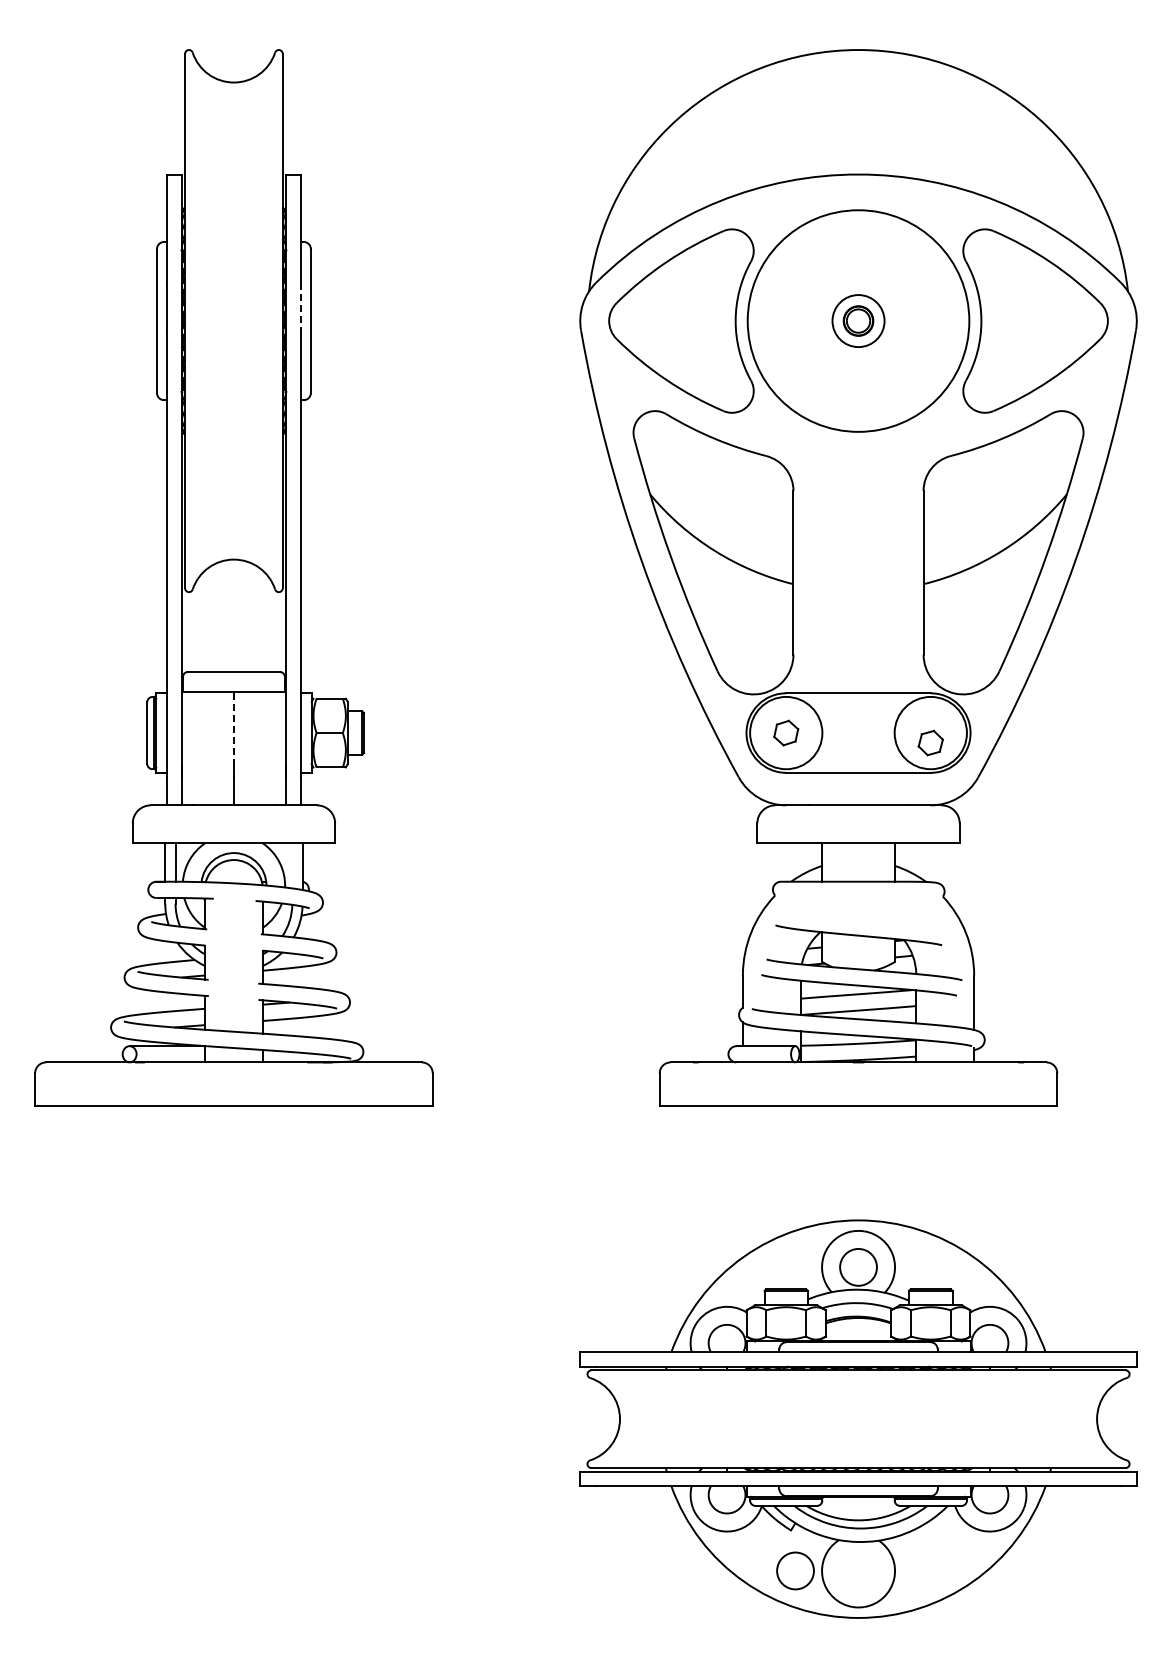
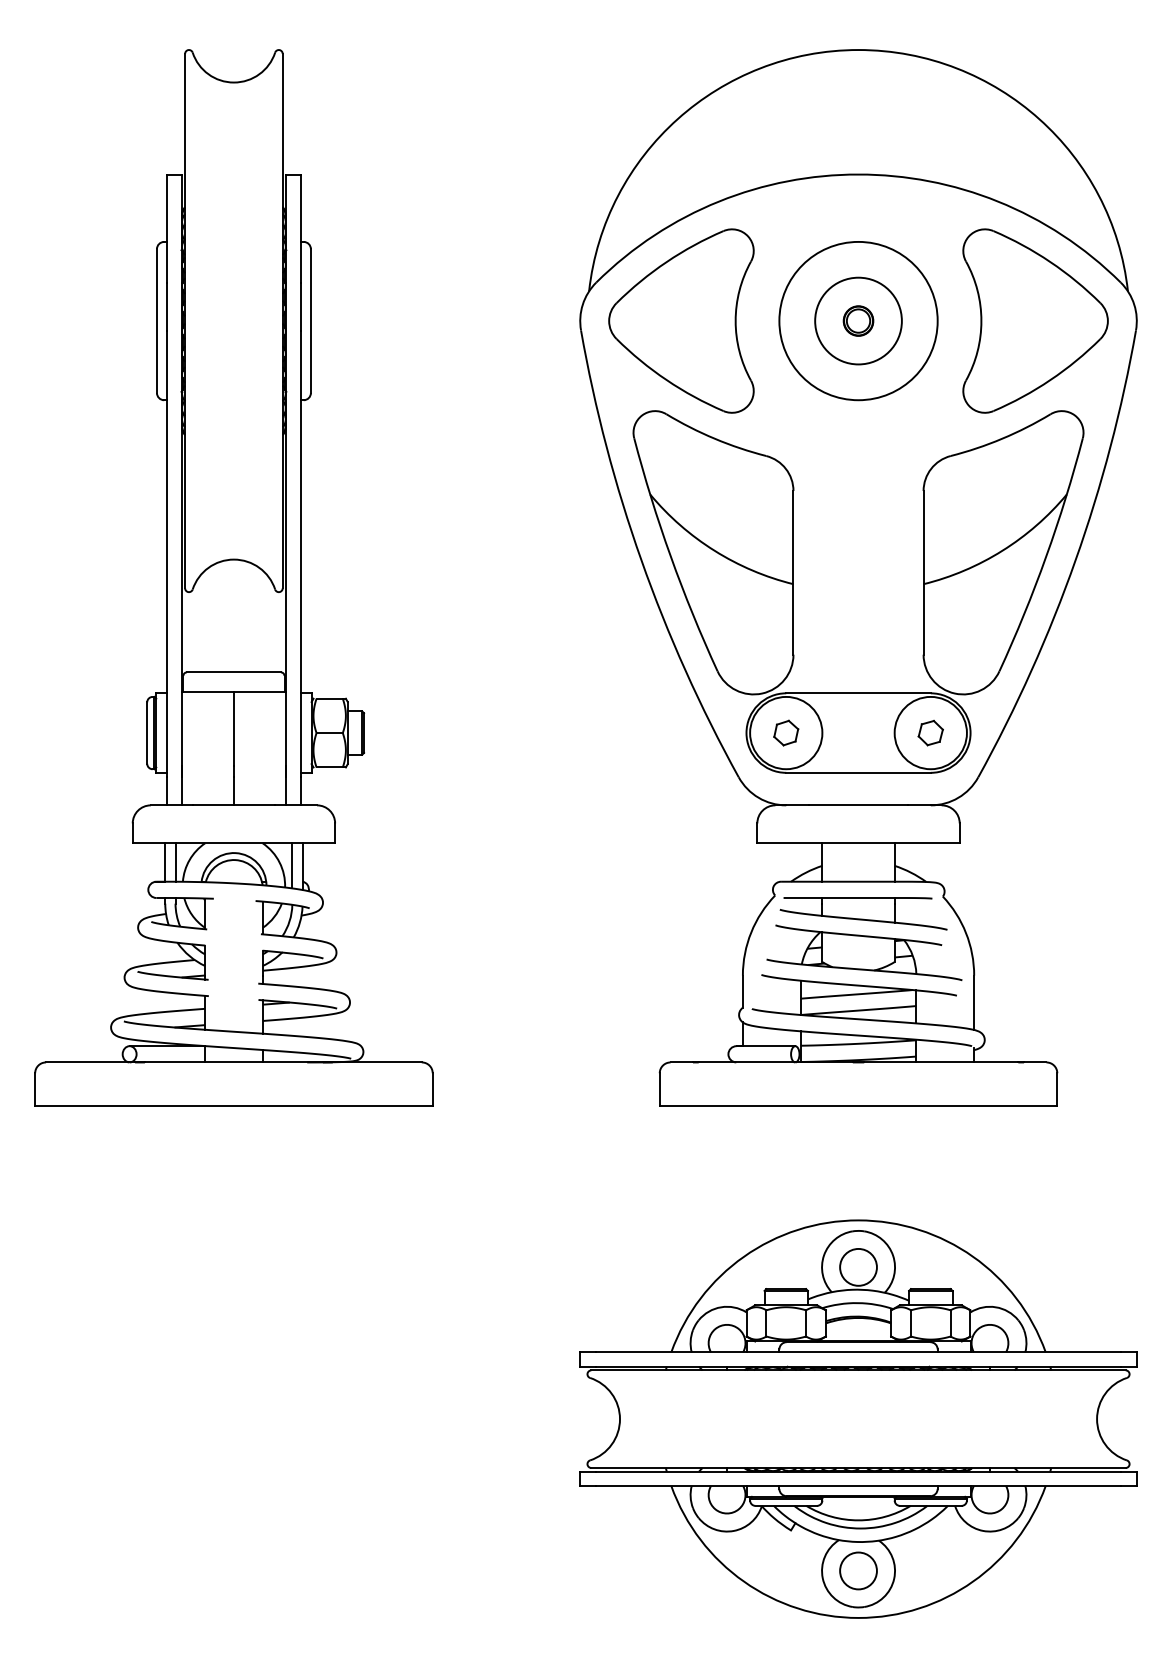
line at (300, 306): dashed -> solid
circle at (858, 320) diameter: 222 px -> 158 px
circle at (858, 321) diameter: 52 px -> 87 px
line at (233, 728): dashed -> solid
part at (930, 742) position: (930, 742) -> (930, 732)
line at (292, 865): none -> present
part at (863, 913): none -> present
circle at (795, 1570) position: (795, 1570) -> (858, 1570)
